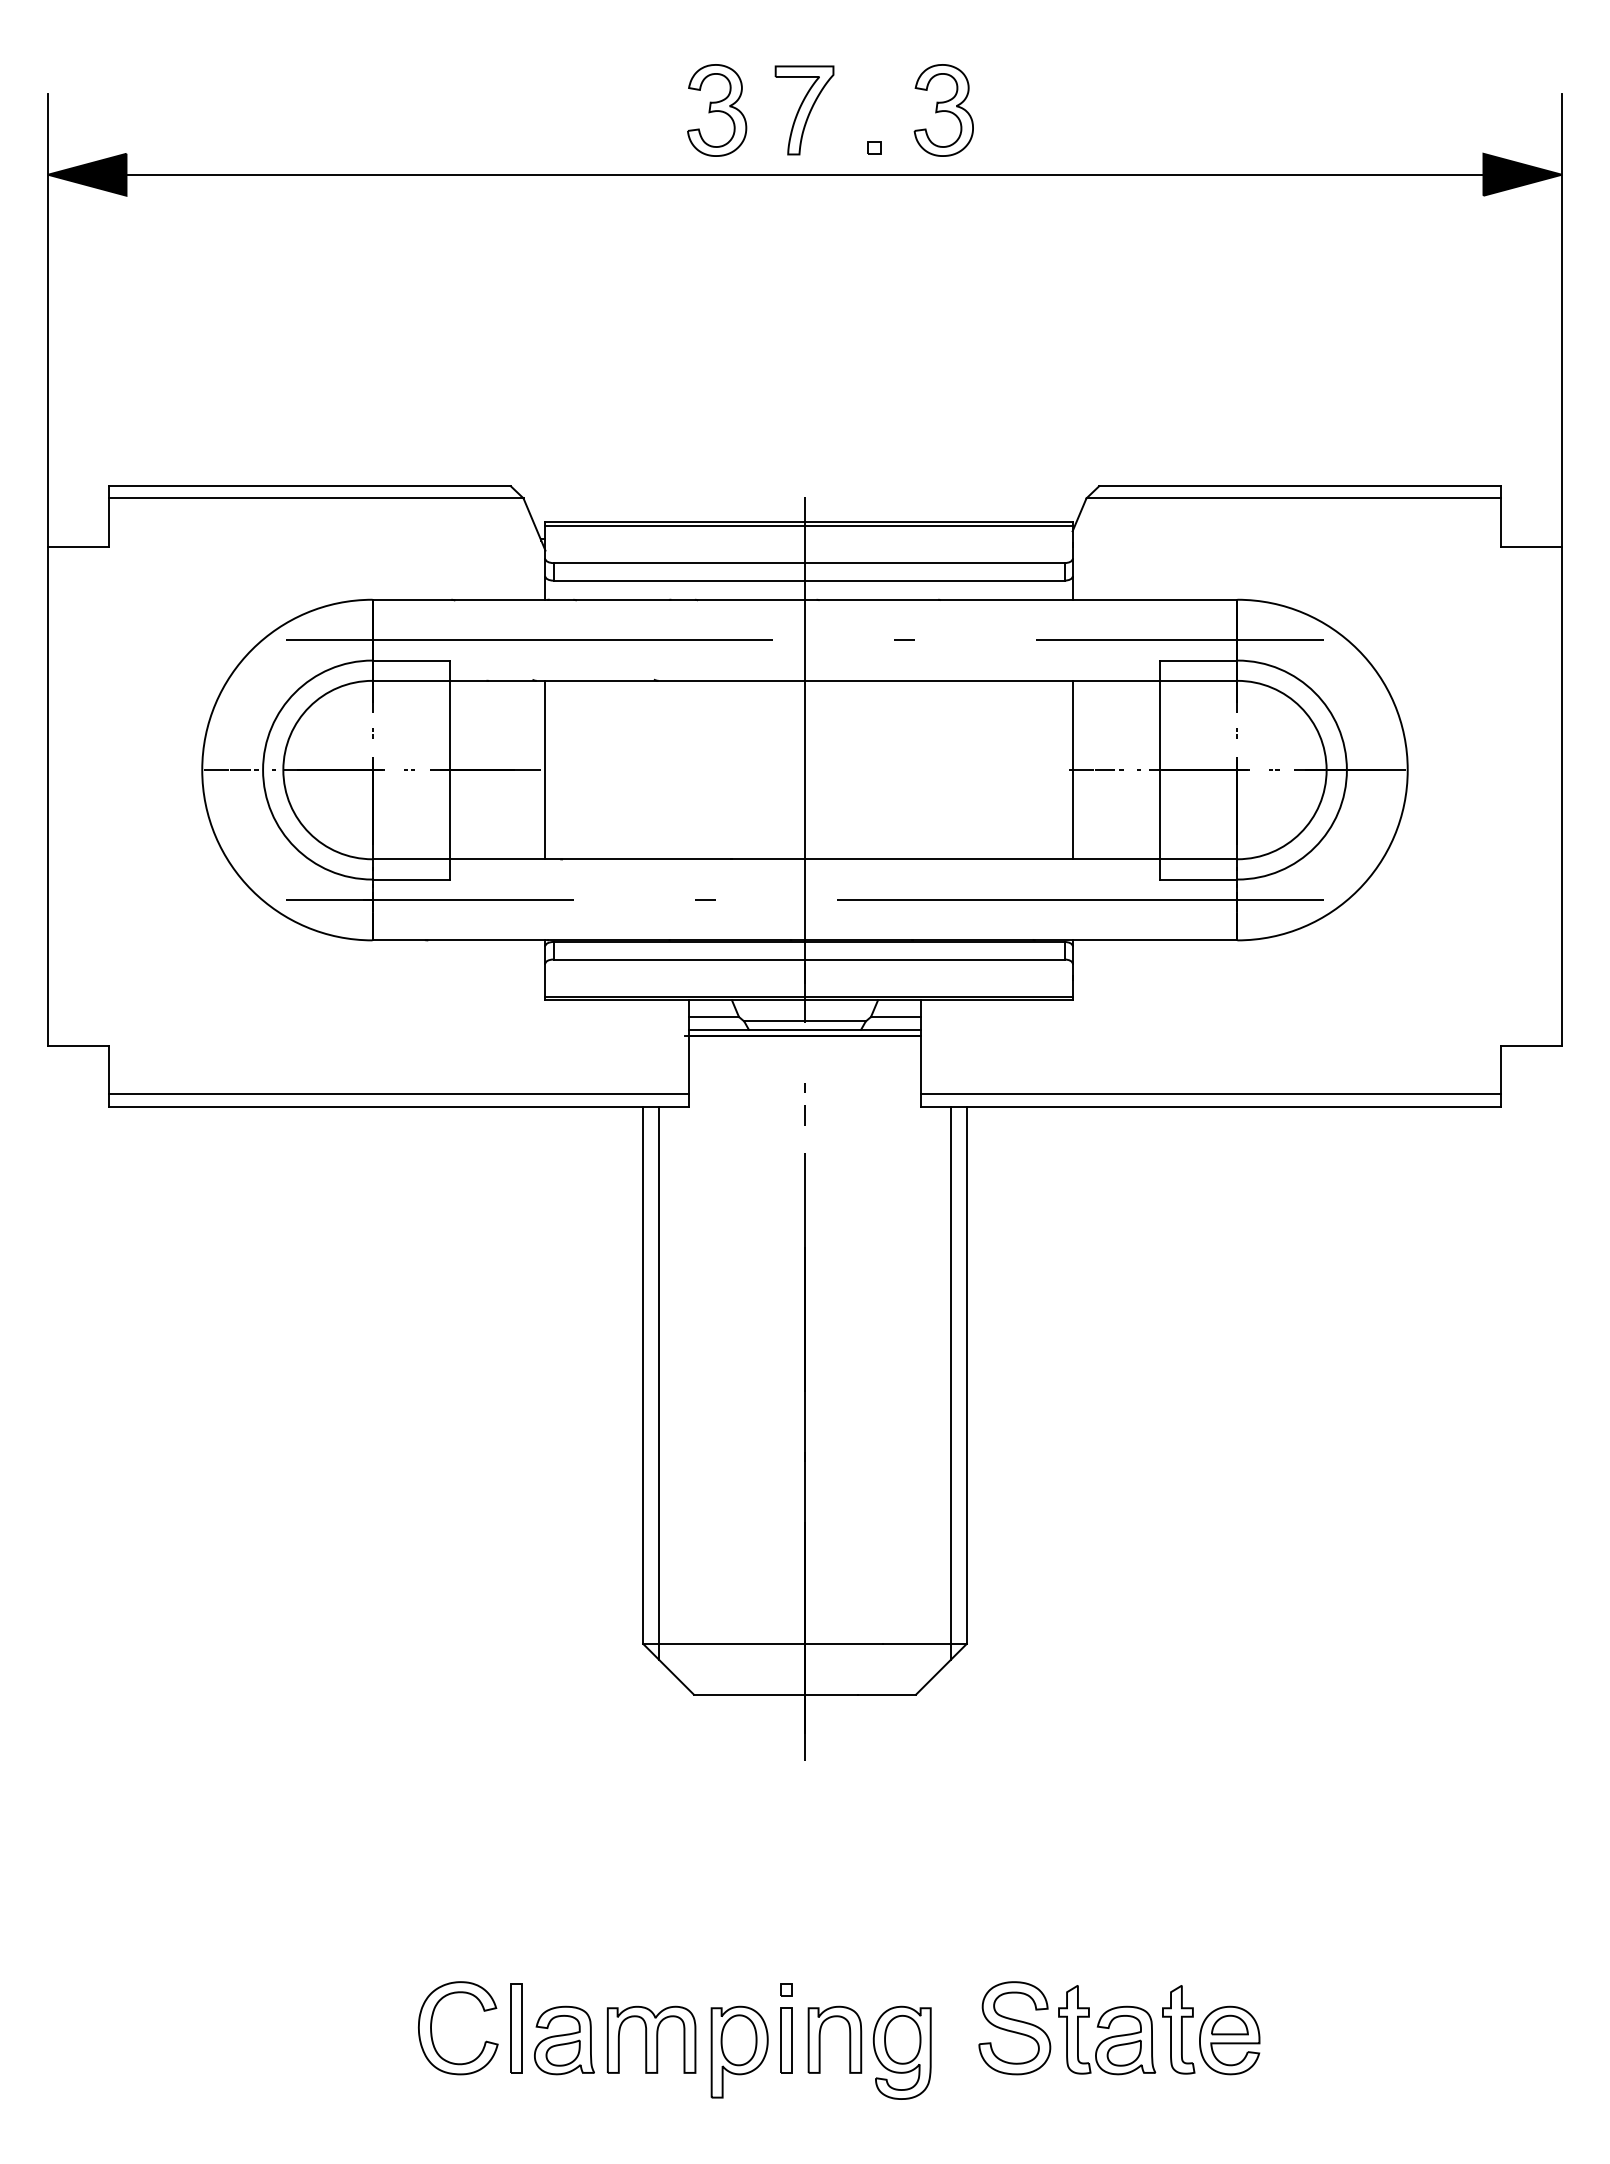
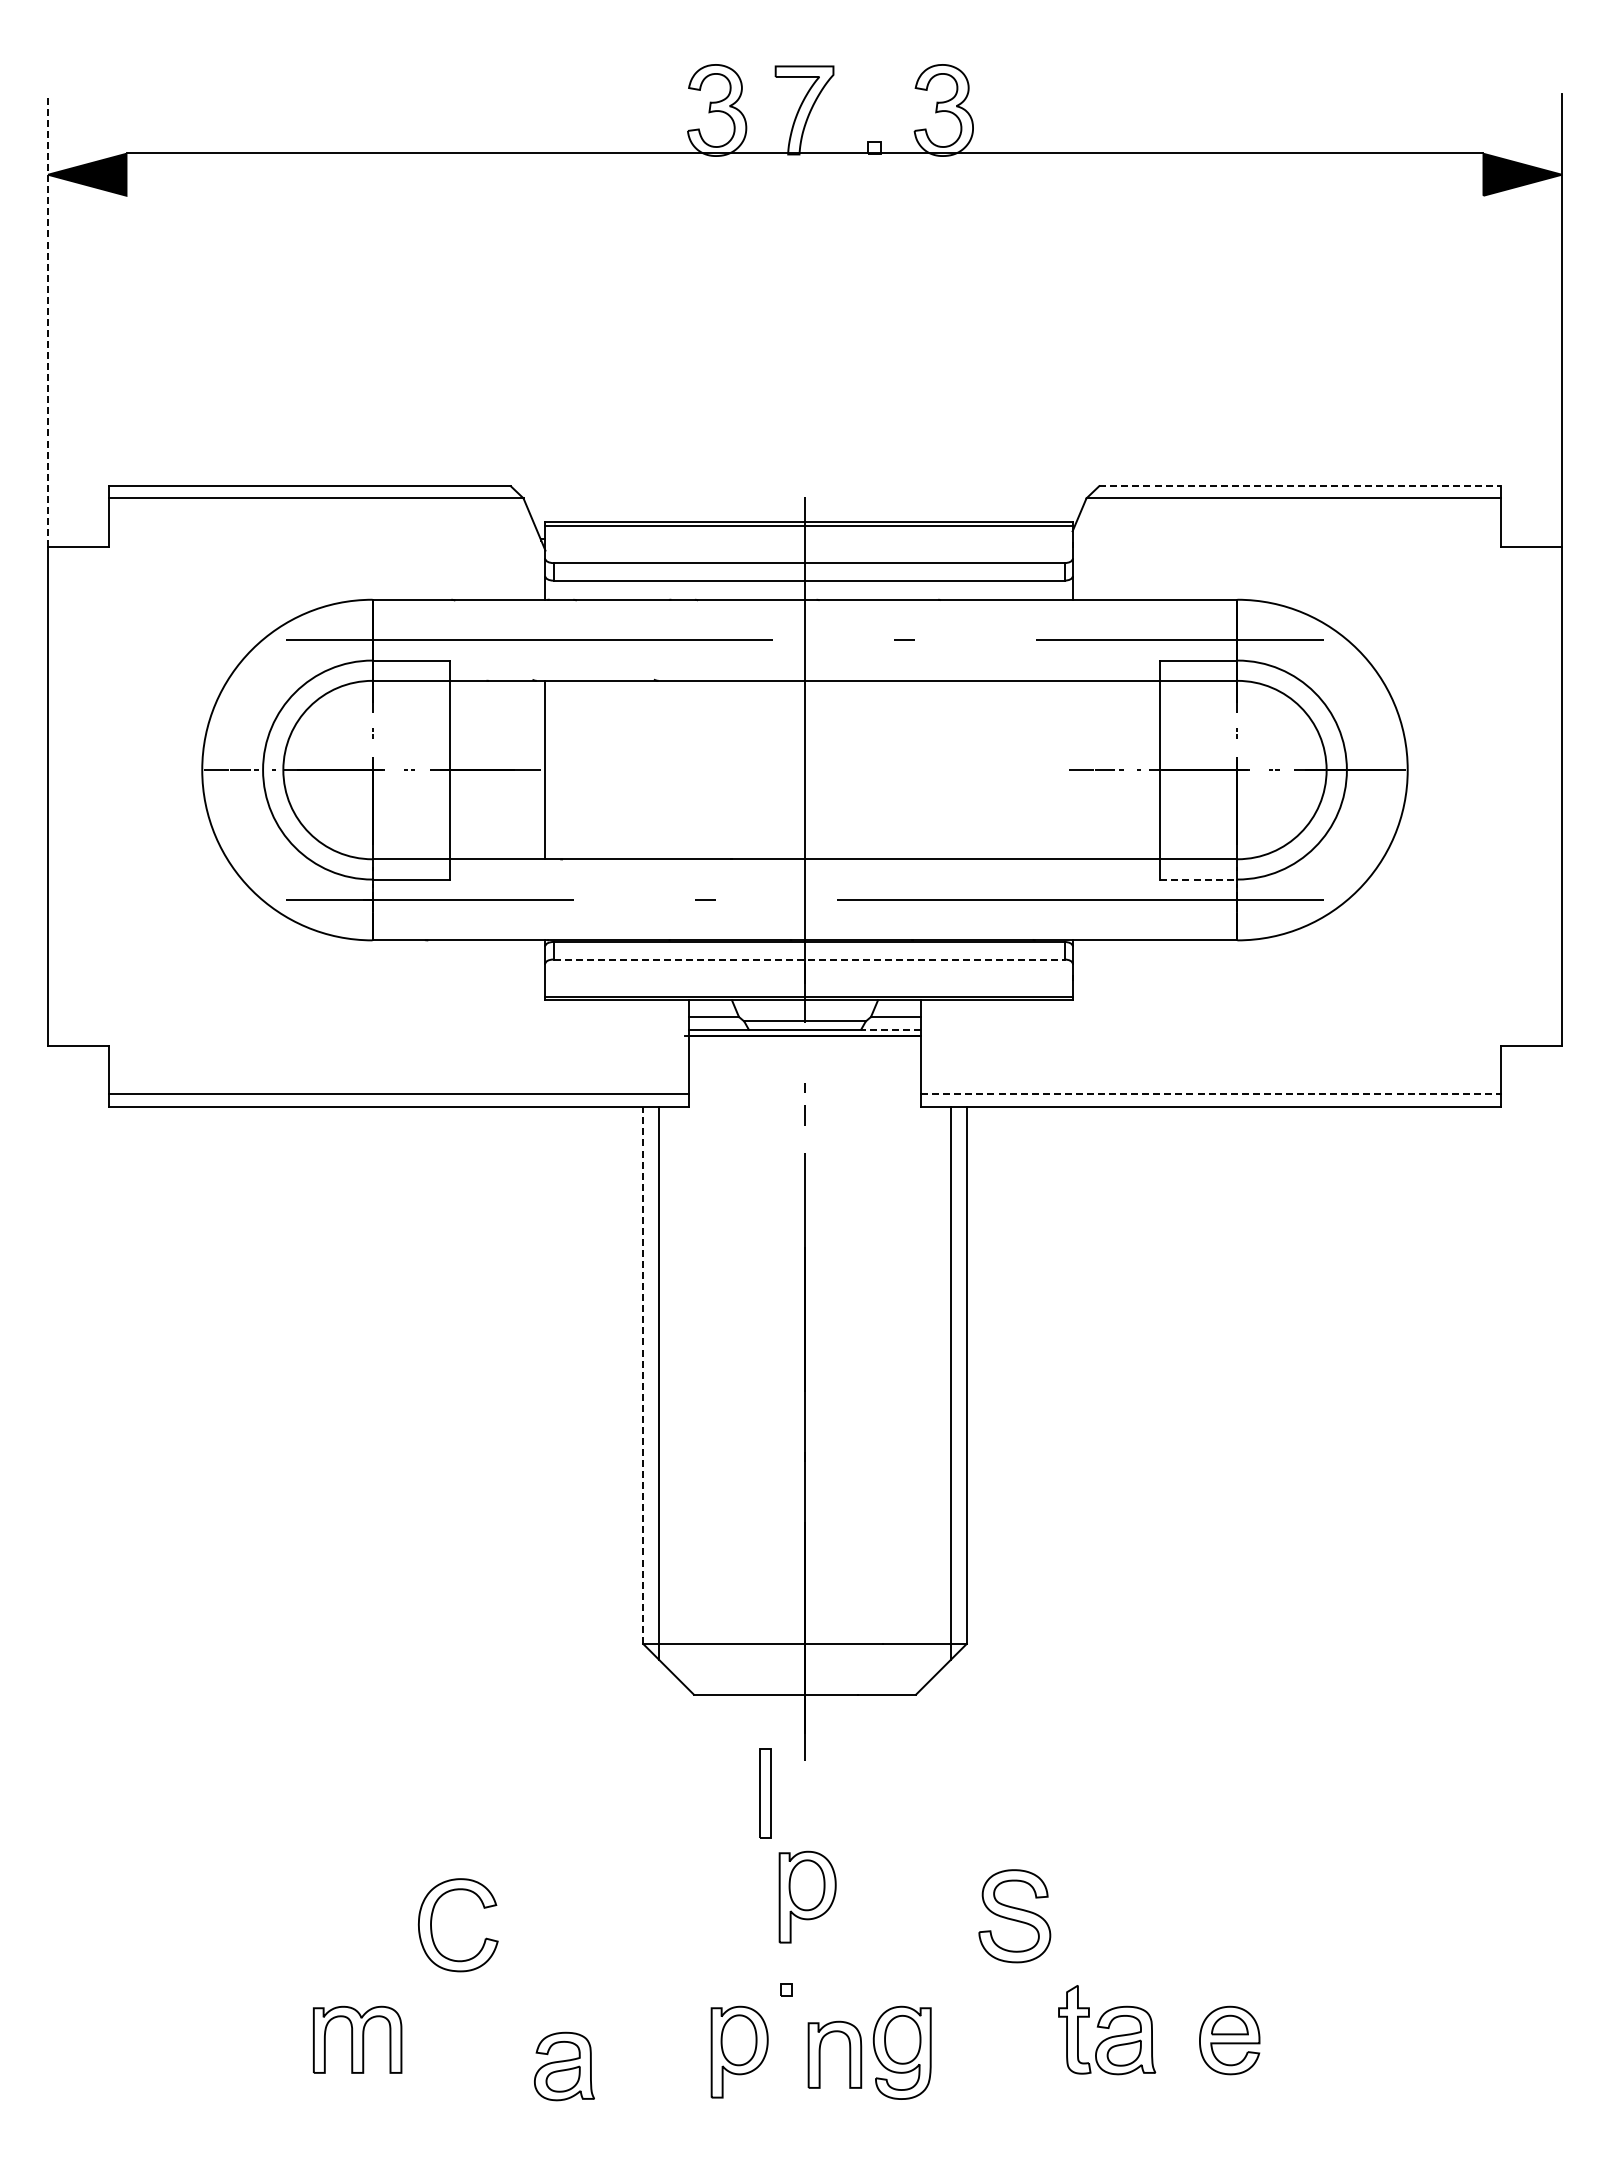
line at (804, 174) position: (804, 174) -> (804, 152)
line at (48, 320): solid -> dashed
line at (1300, 486): solid -> dashed
line at (1072, 769): present -> none
line at (1198, 879): solid -> dashed
line at (809, 959): solid -> dashed
line at (891, 1029): solid -> dashed
line at (1211, 1094): solid -> dashed
line at (643, 1375): solid -> dashed
part at (807, 1896): none -> present
part at (516, 2028) position: (516, 2028) -> (765, 1793)
part at (1014, 2028) position: (1014, 2028) -> (1014, 1916)
part at (1178, 2029): present -> none
part at (432, 2032) position: (432, 2032) -> (432, 1929)
part at (651, 2039) position: (651, 2039) -> (357, 2039)
part at (820, 2039) position: (820, 2039) -> (820, 2054)
part at (564, 2040) position: (564, 2040) -> (564, 2066)
part at (786, 2040): present -> none
